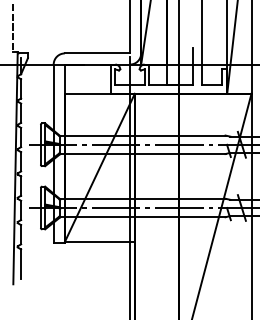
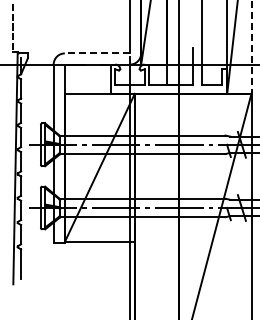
line at (251, 47): solid -> dashed
line at (97, 53): solid -> dashed
